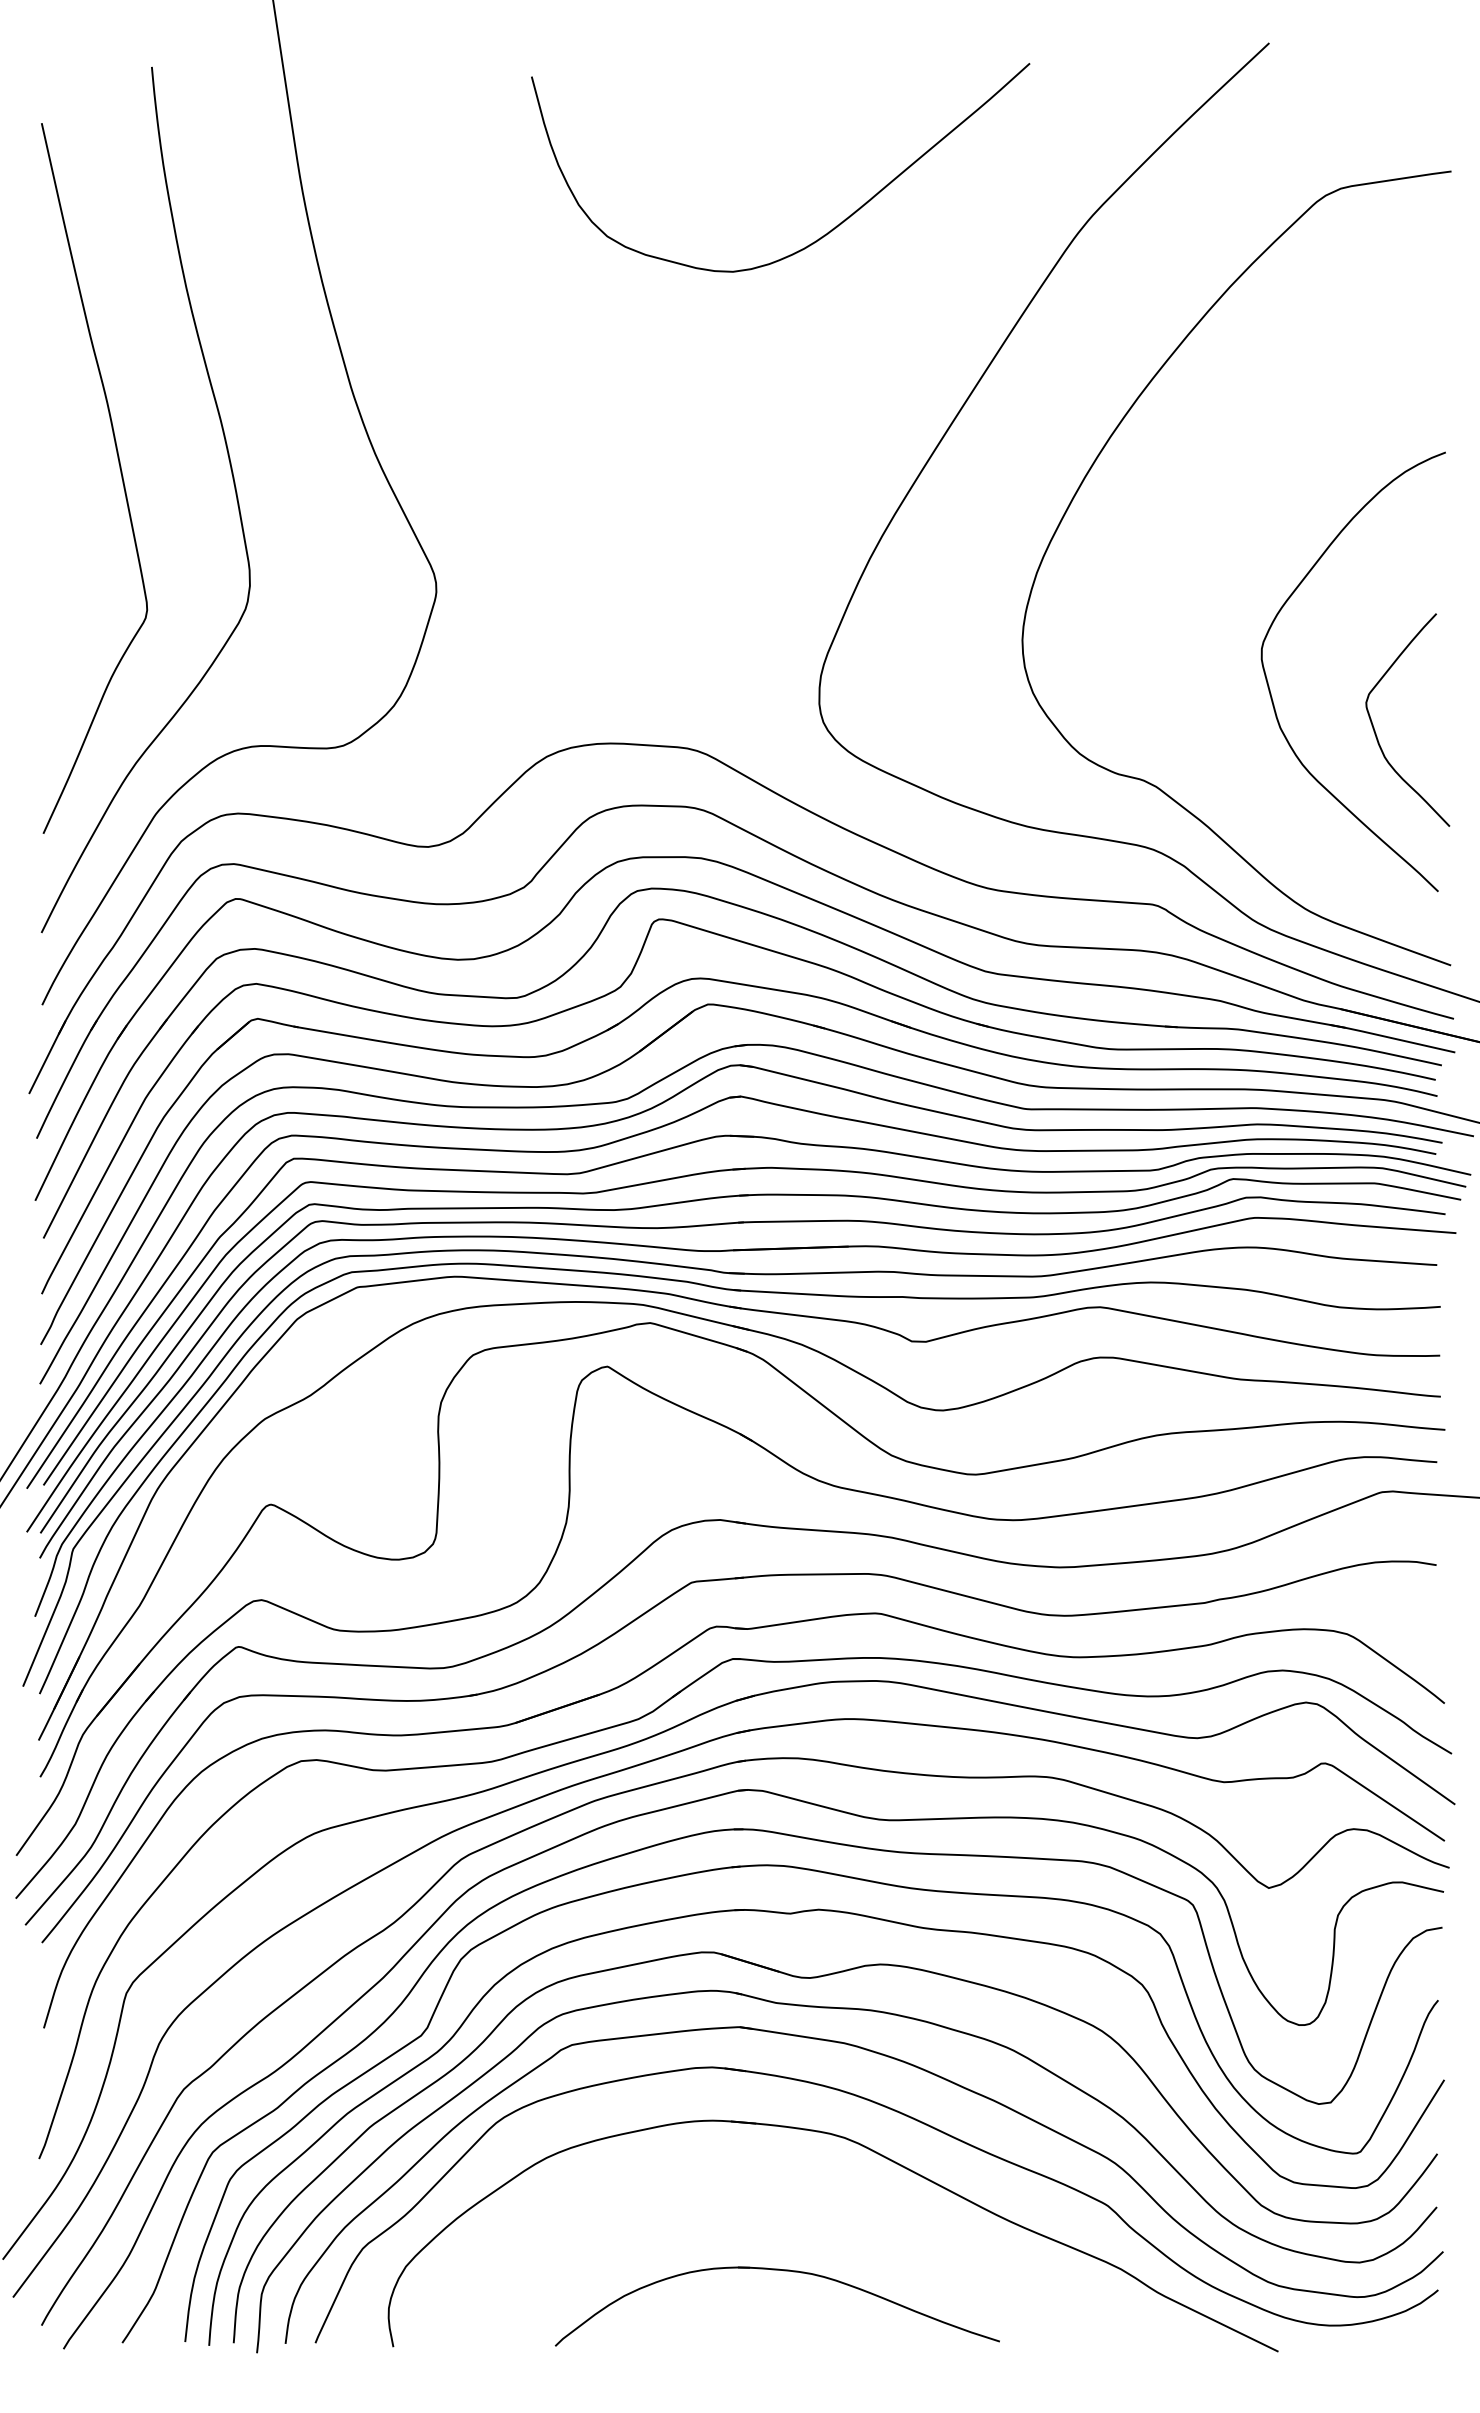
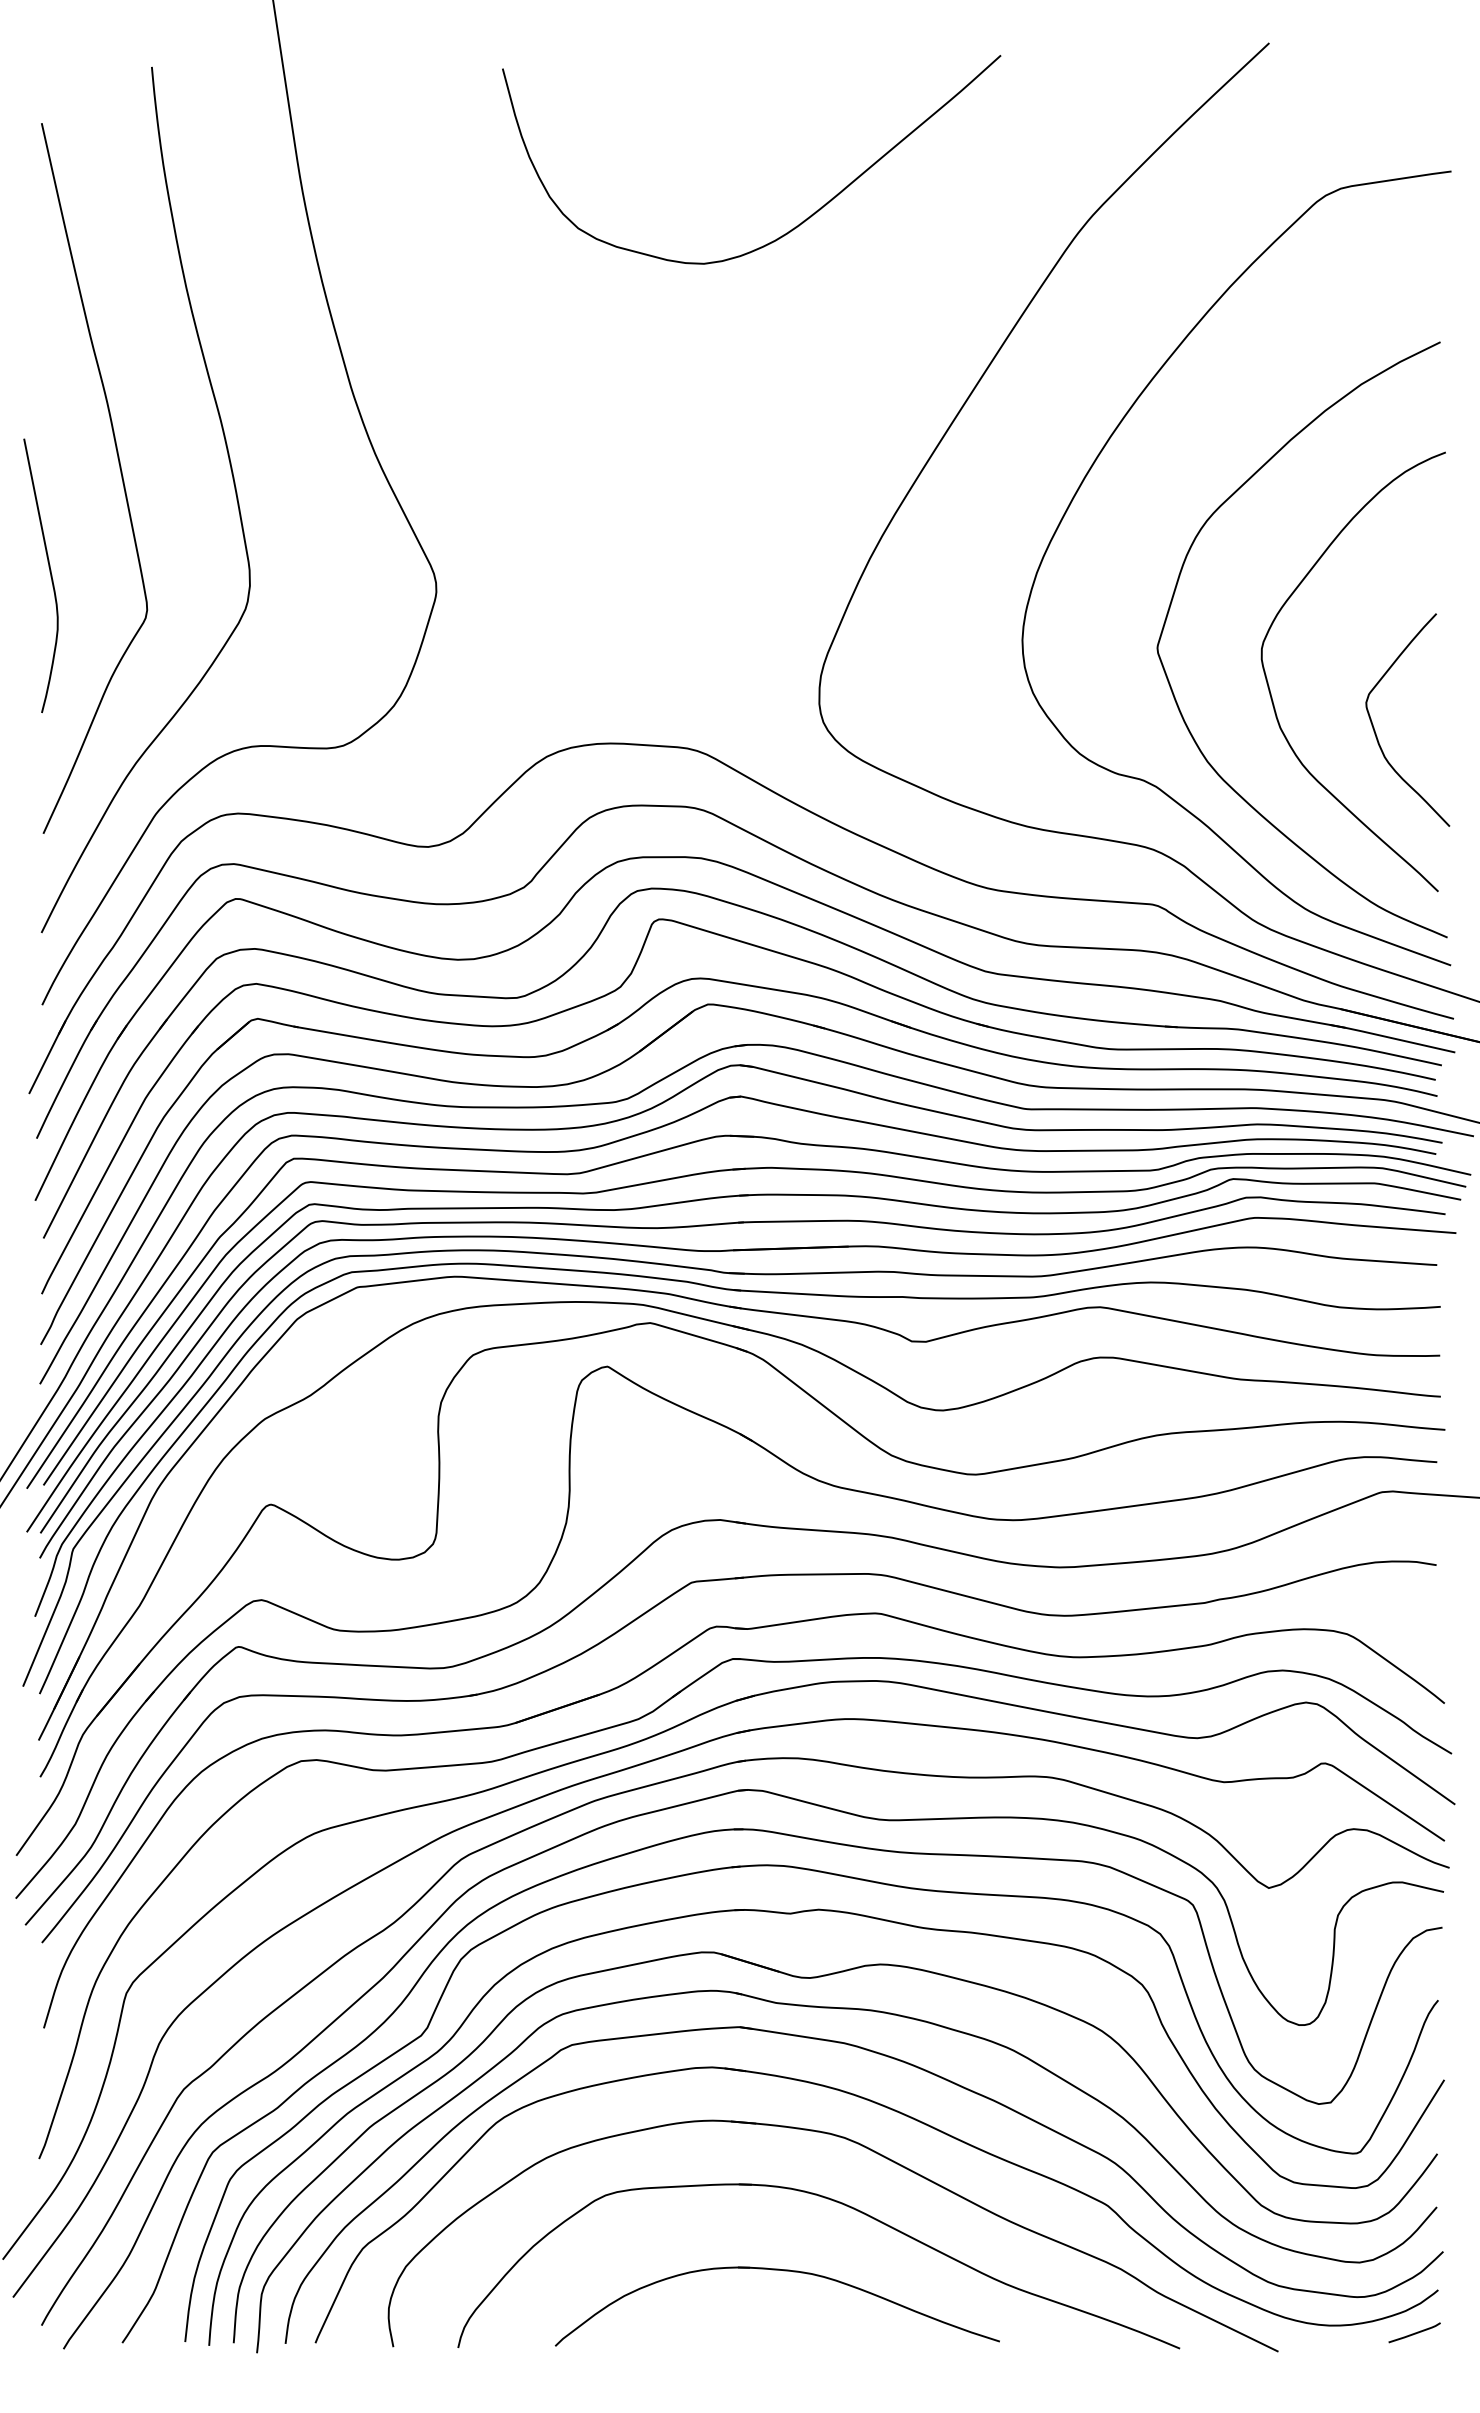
curve at (828, 231) position: (828, 231) -> (799, 223)
curve at (49, 572): none -> present
curve at (1172, 602): none -> present
part at (838, 2203): none -> present
line at (1414, 2332): none -> present
